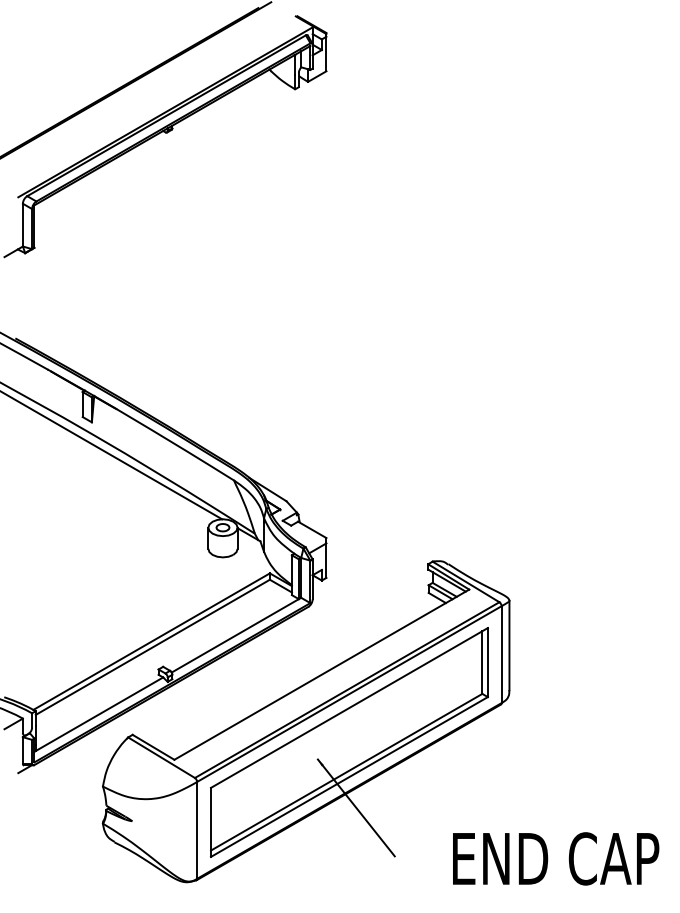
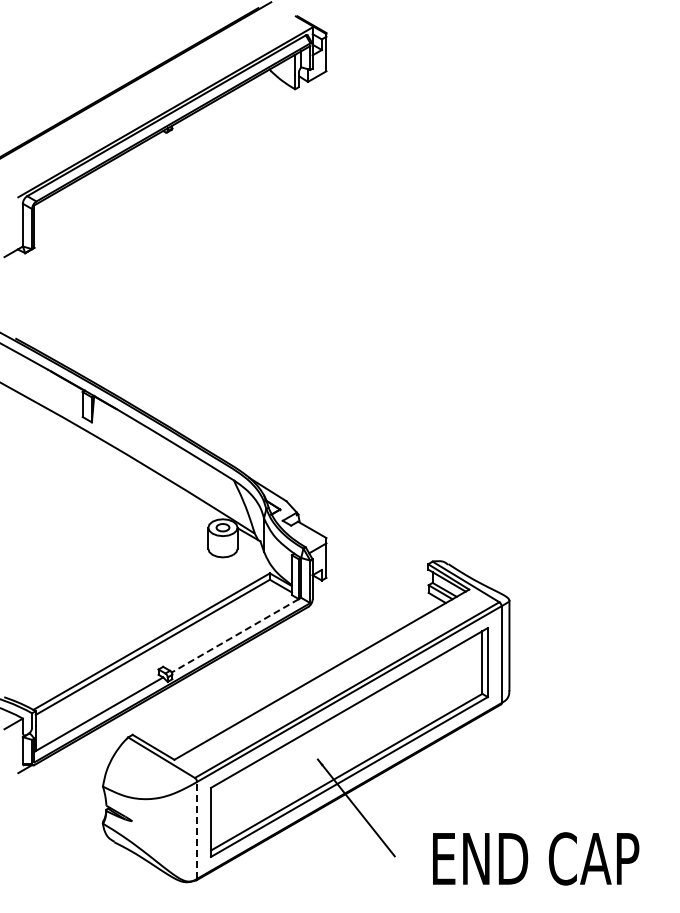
line at (112, 455): present -> none
line at (234, 636): solid -> dashed
line at (197, 829): solid -> dashed
text at (556, 858) position: (556, 858) -> (536, 858)
